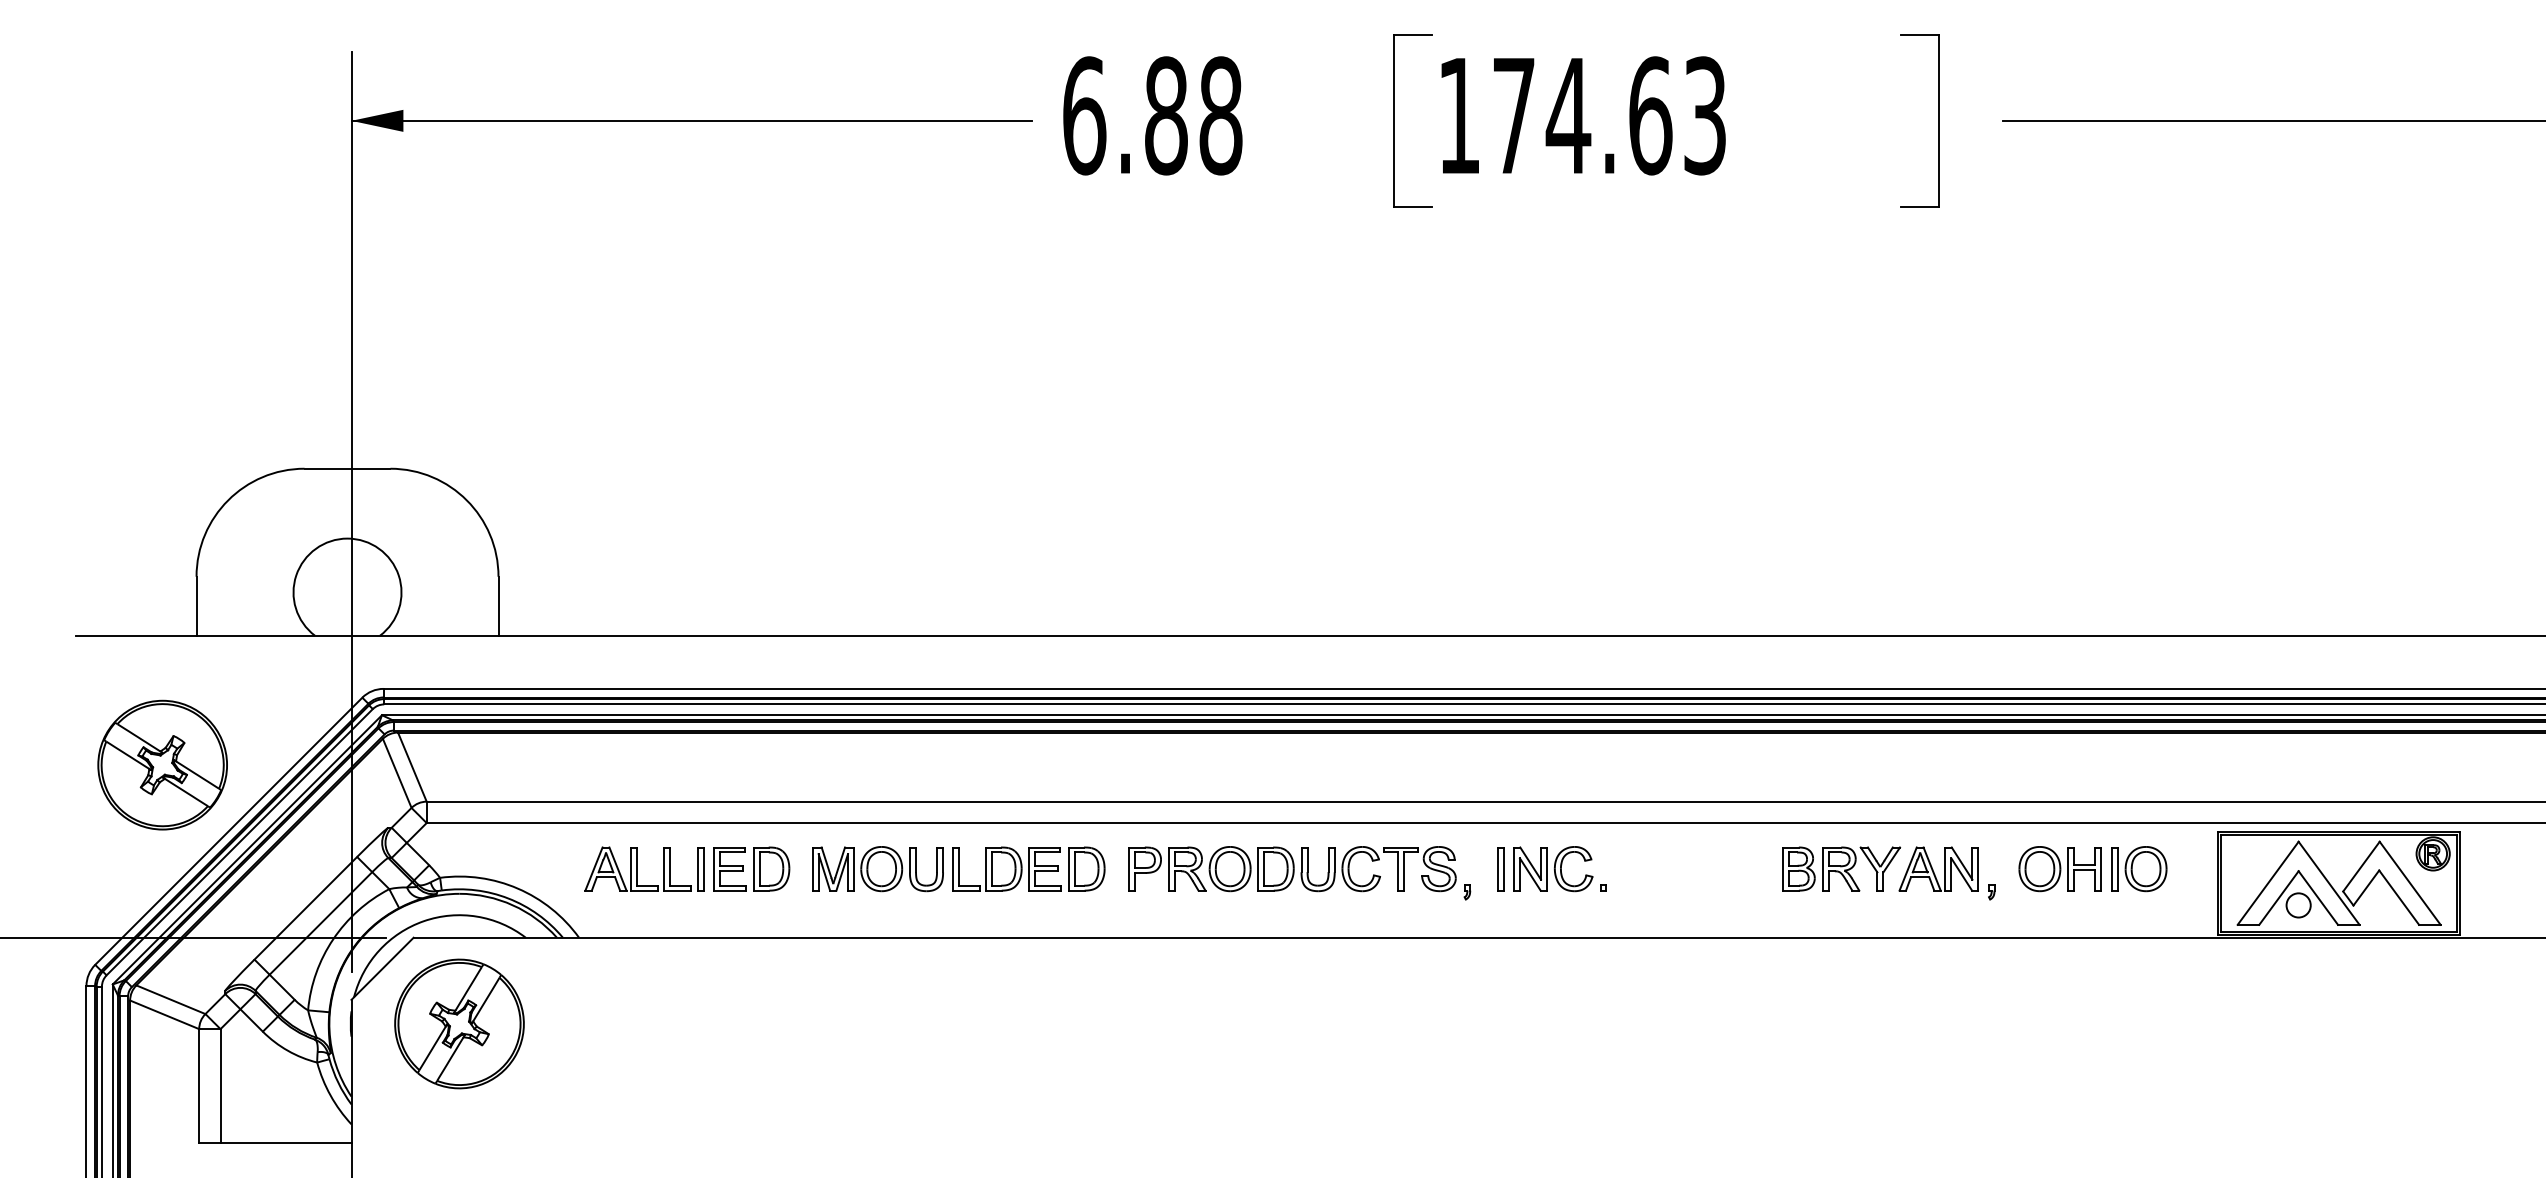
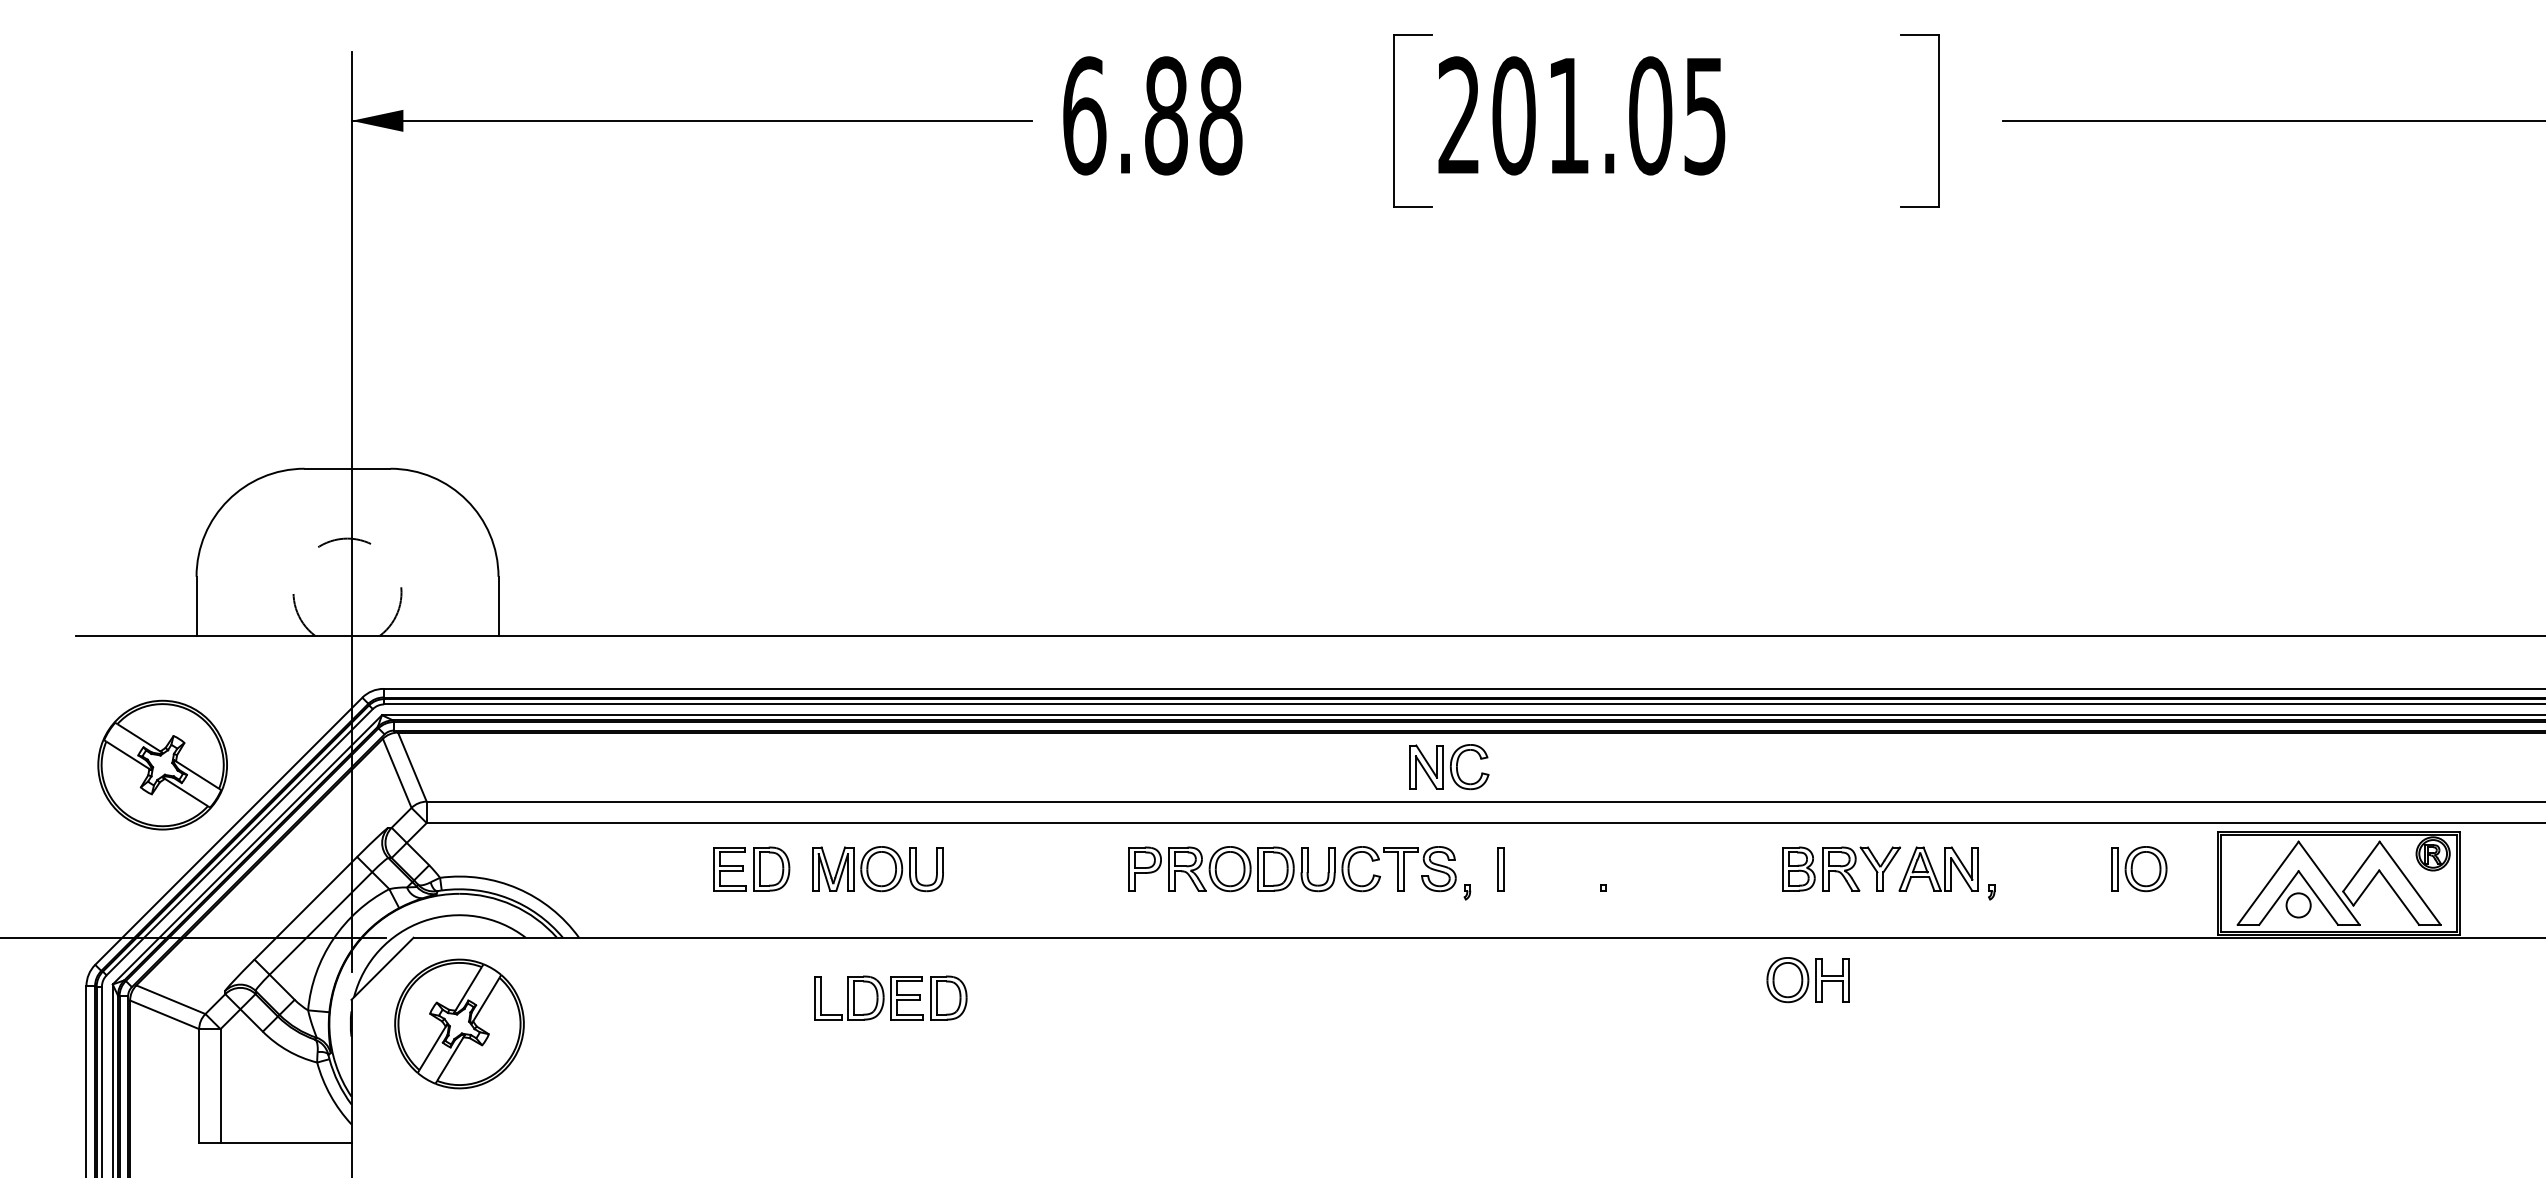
text at (1581, 115): 174.63 -> 201.05
arc at (347, 538): solid -> dashed
part at (637, 868): present -> none
part at (1028, 868) position: (1028, 868) -> (890, 997)
part at (1553, 869) position: (1553, 869) -> (1449, 767)
part at (2059, 869) position: (2059, 869) -> (1807, 980)
